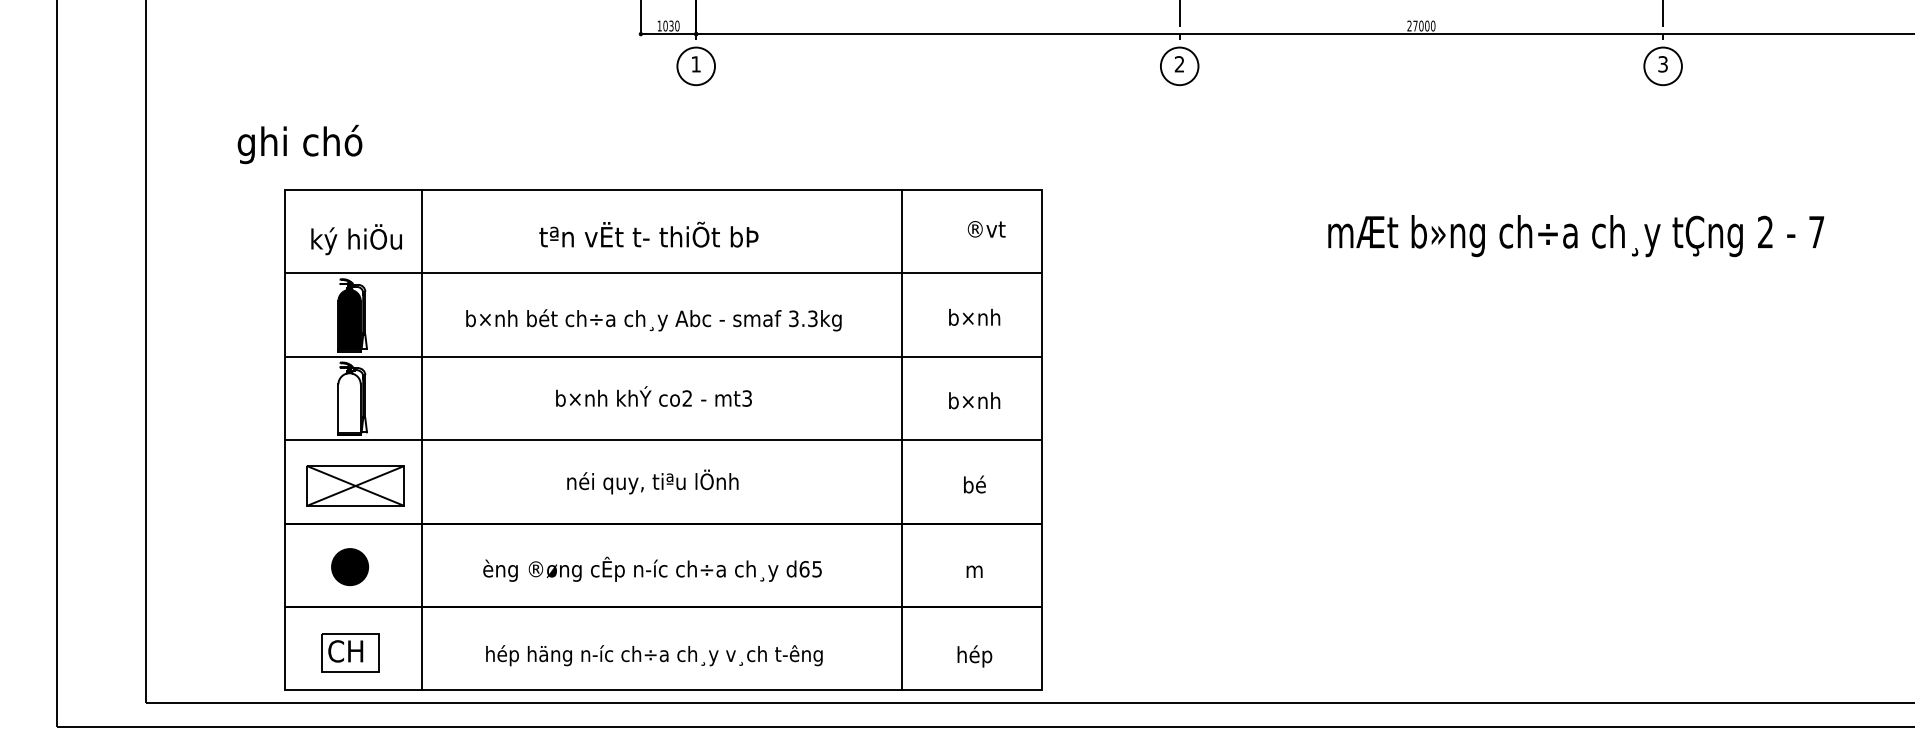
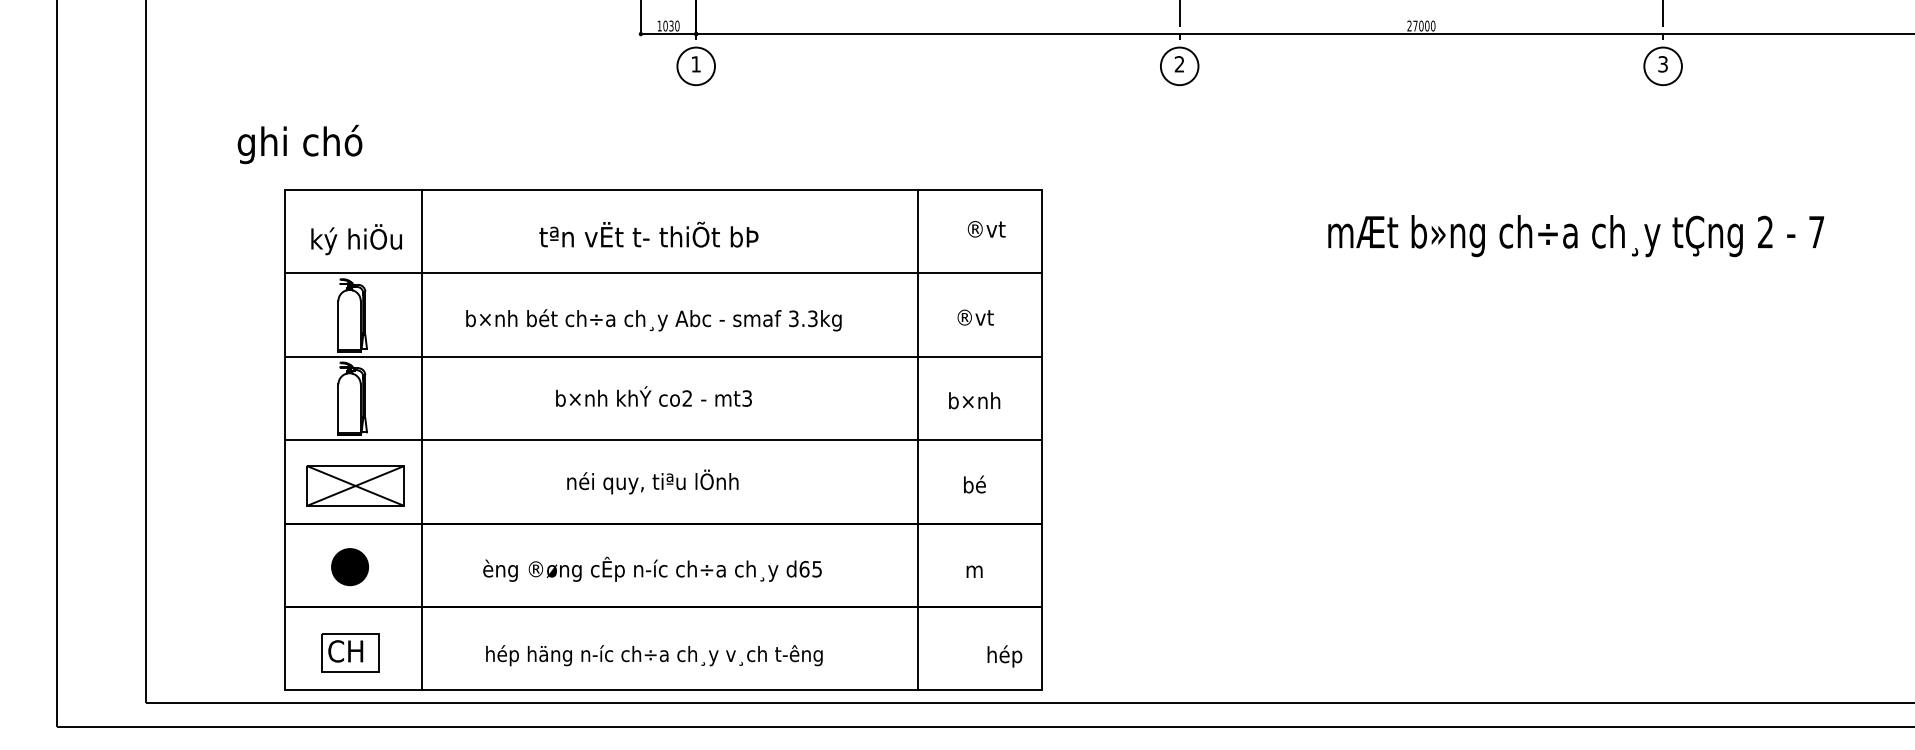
text at (974, 316): b×nh -> ®vt
fill at (349, 319): present -> none
line at (902, 439) position: (902, 439) -> (918, 439)
text at (974, 656) position: (974, 656) -> (1004, 656)
